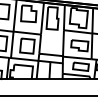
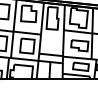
line at (48, 96): present -> none
